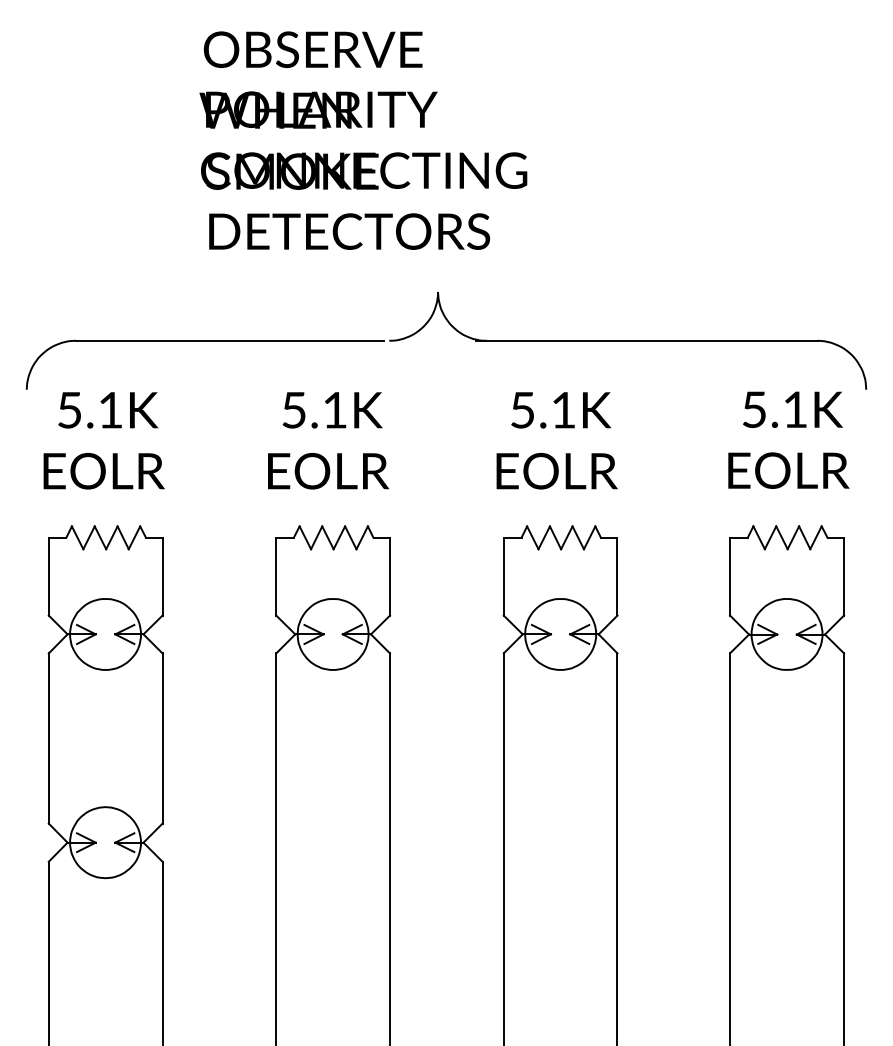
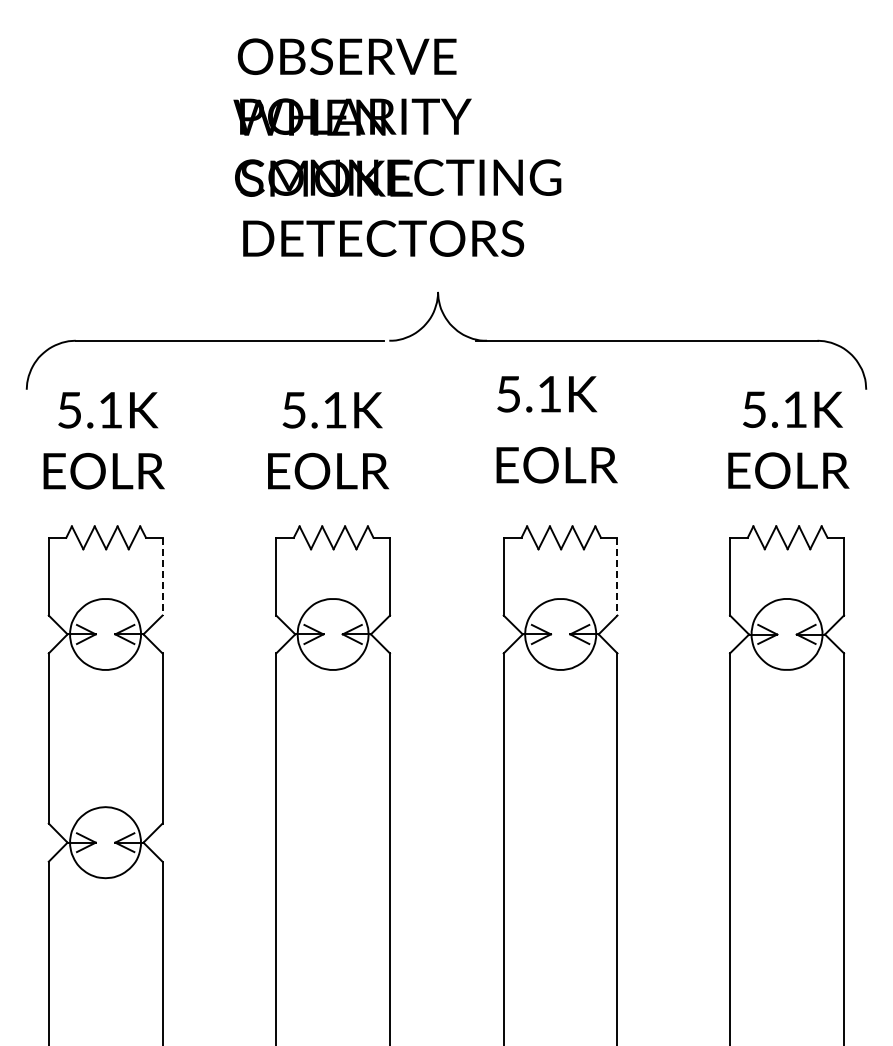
text at (363, 140) position: (363, 140) -> (397, 147)
text at (561, 410) position: (561, 410) -> (547, 394)
text at (556, 471) position: (556, 471) -> (556, 465)
line at (162, 576): solid -> dashed
line at (617, 576): solid -> dashed
